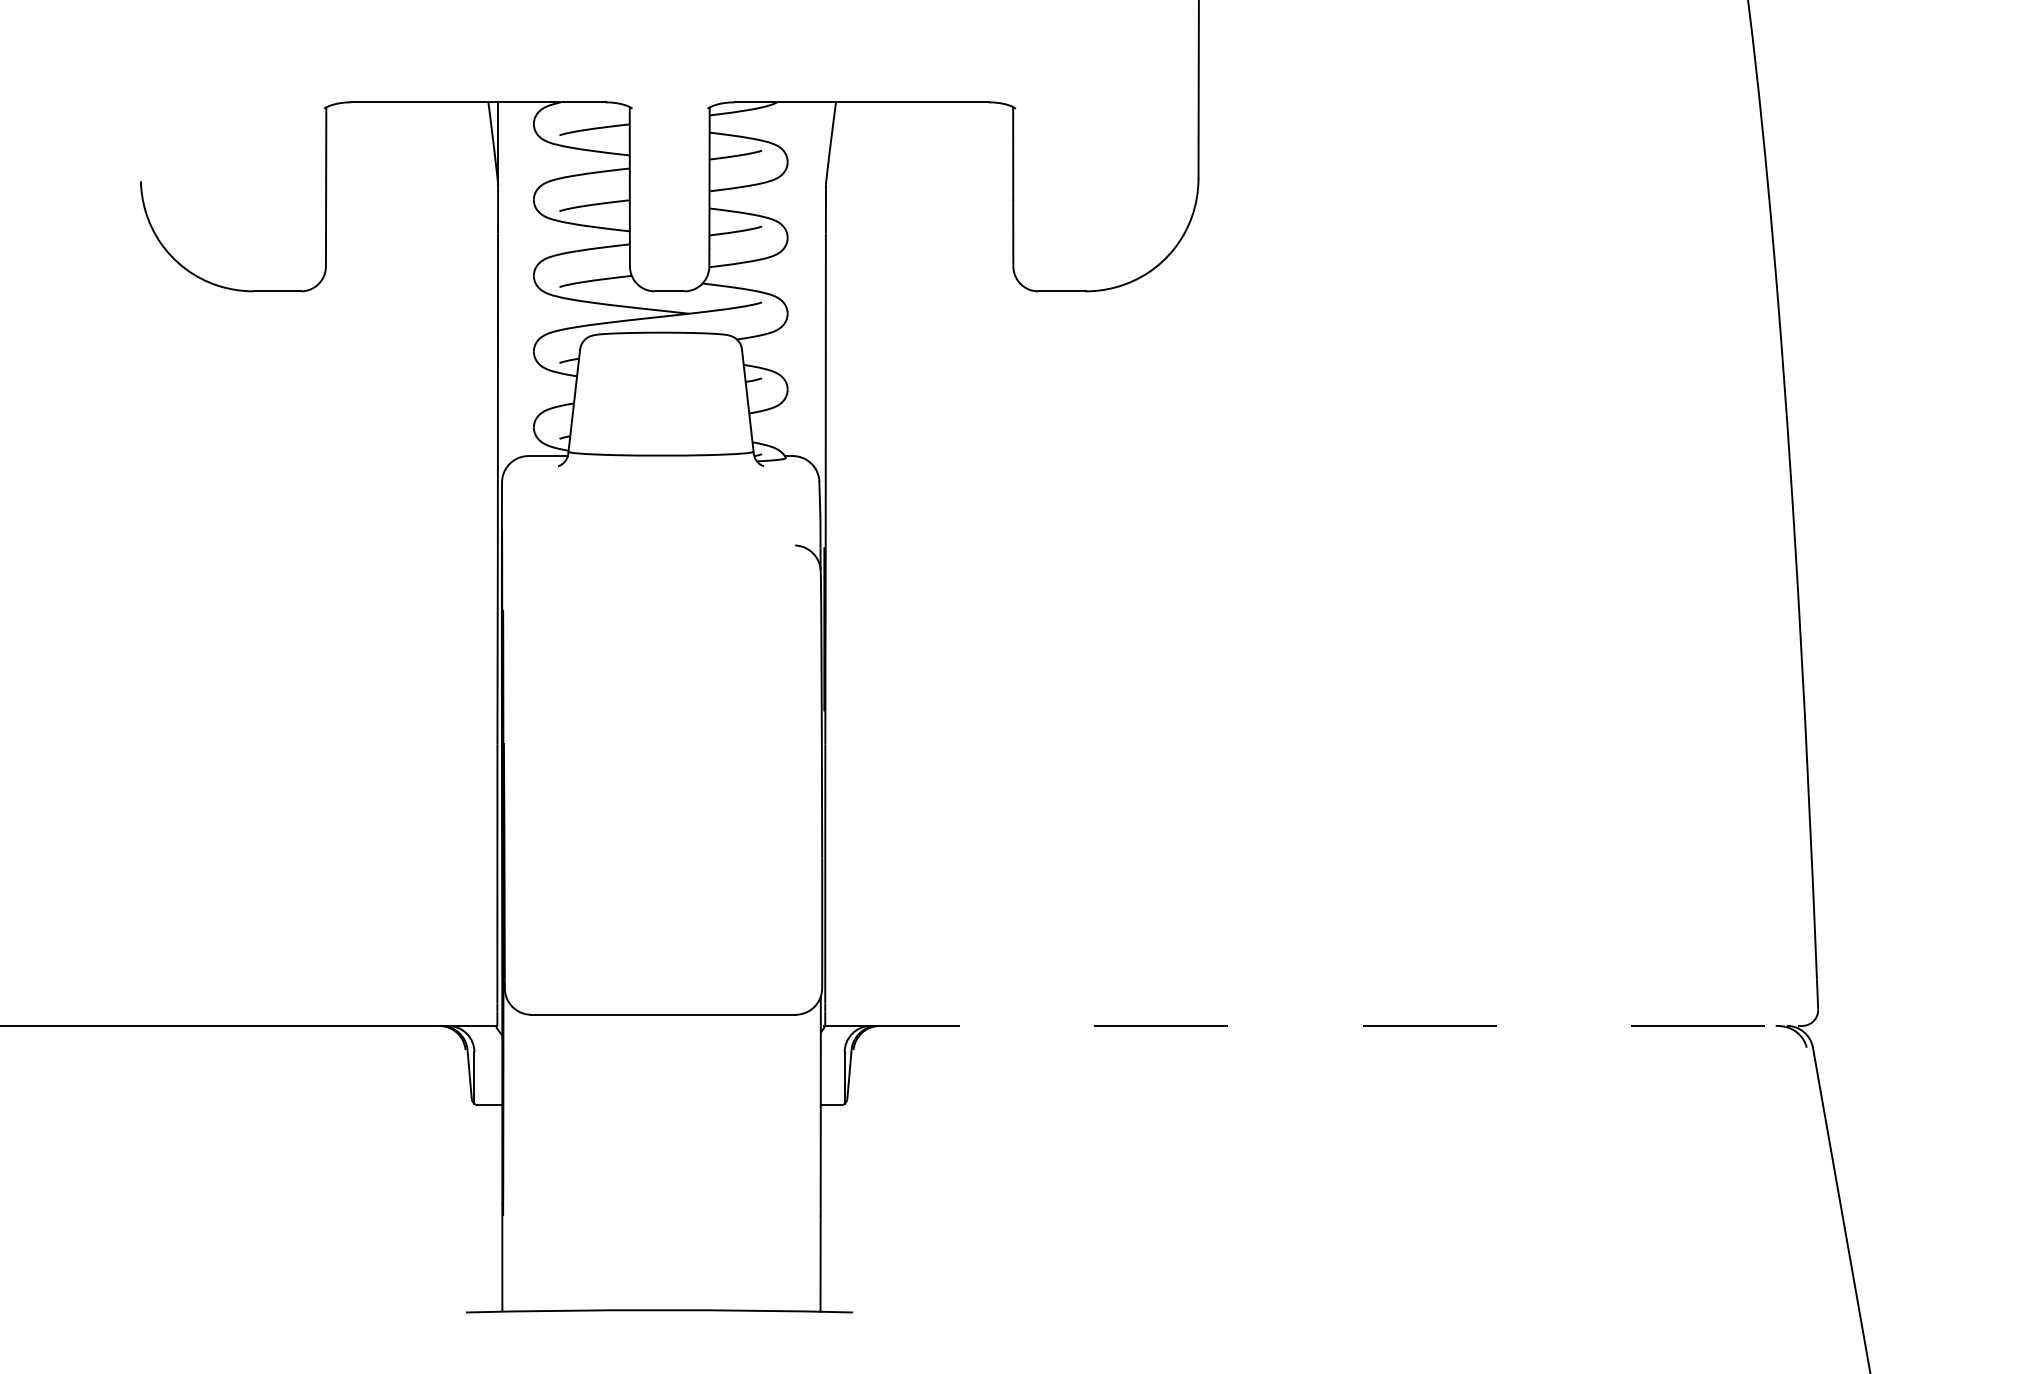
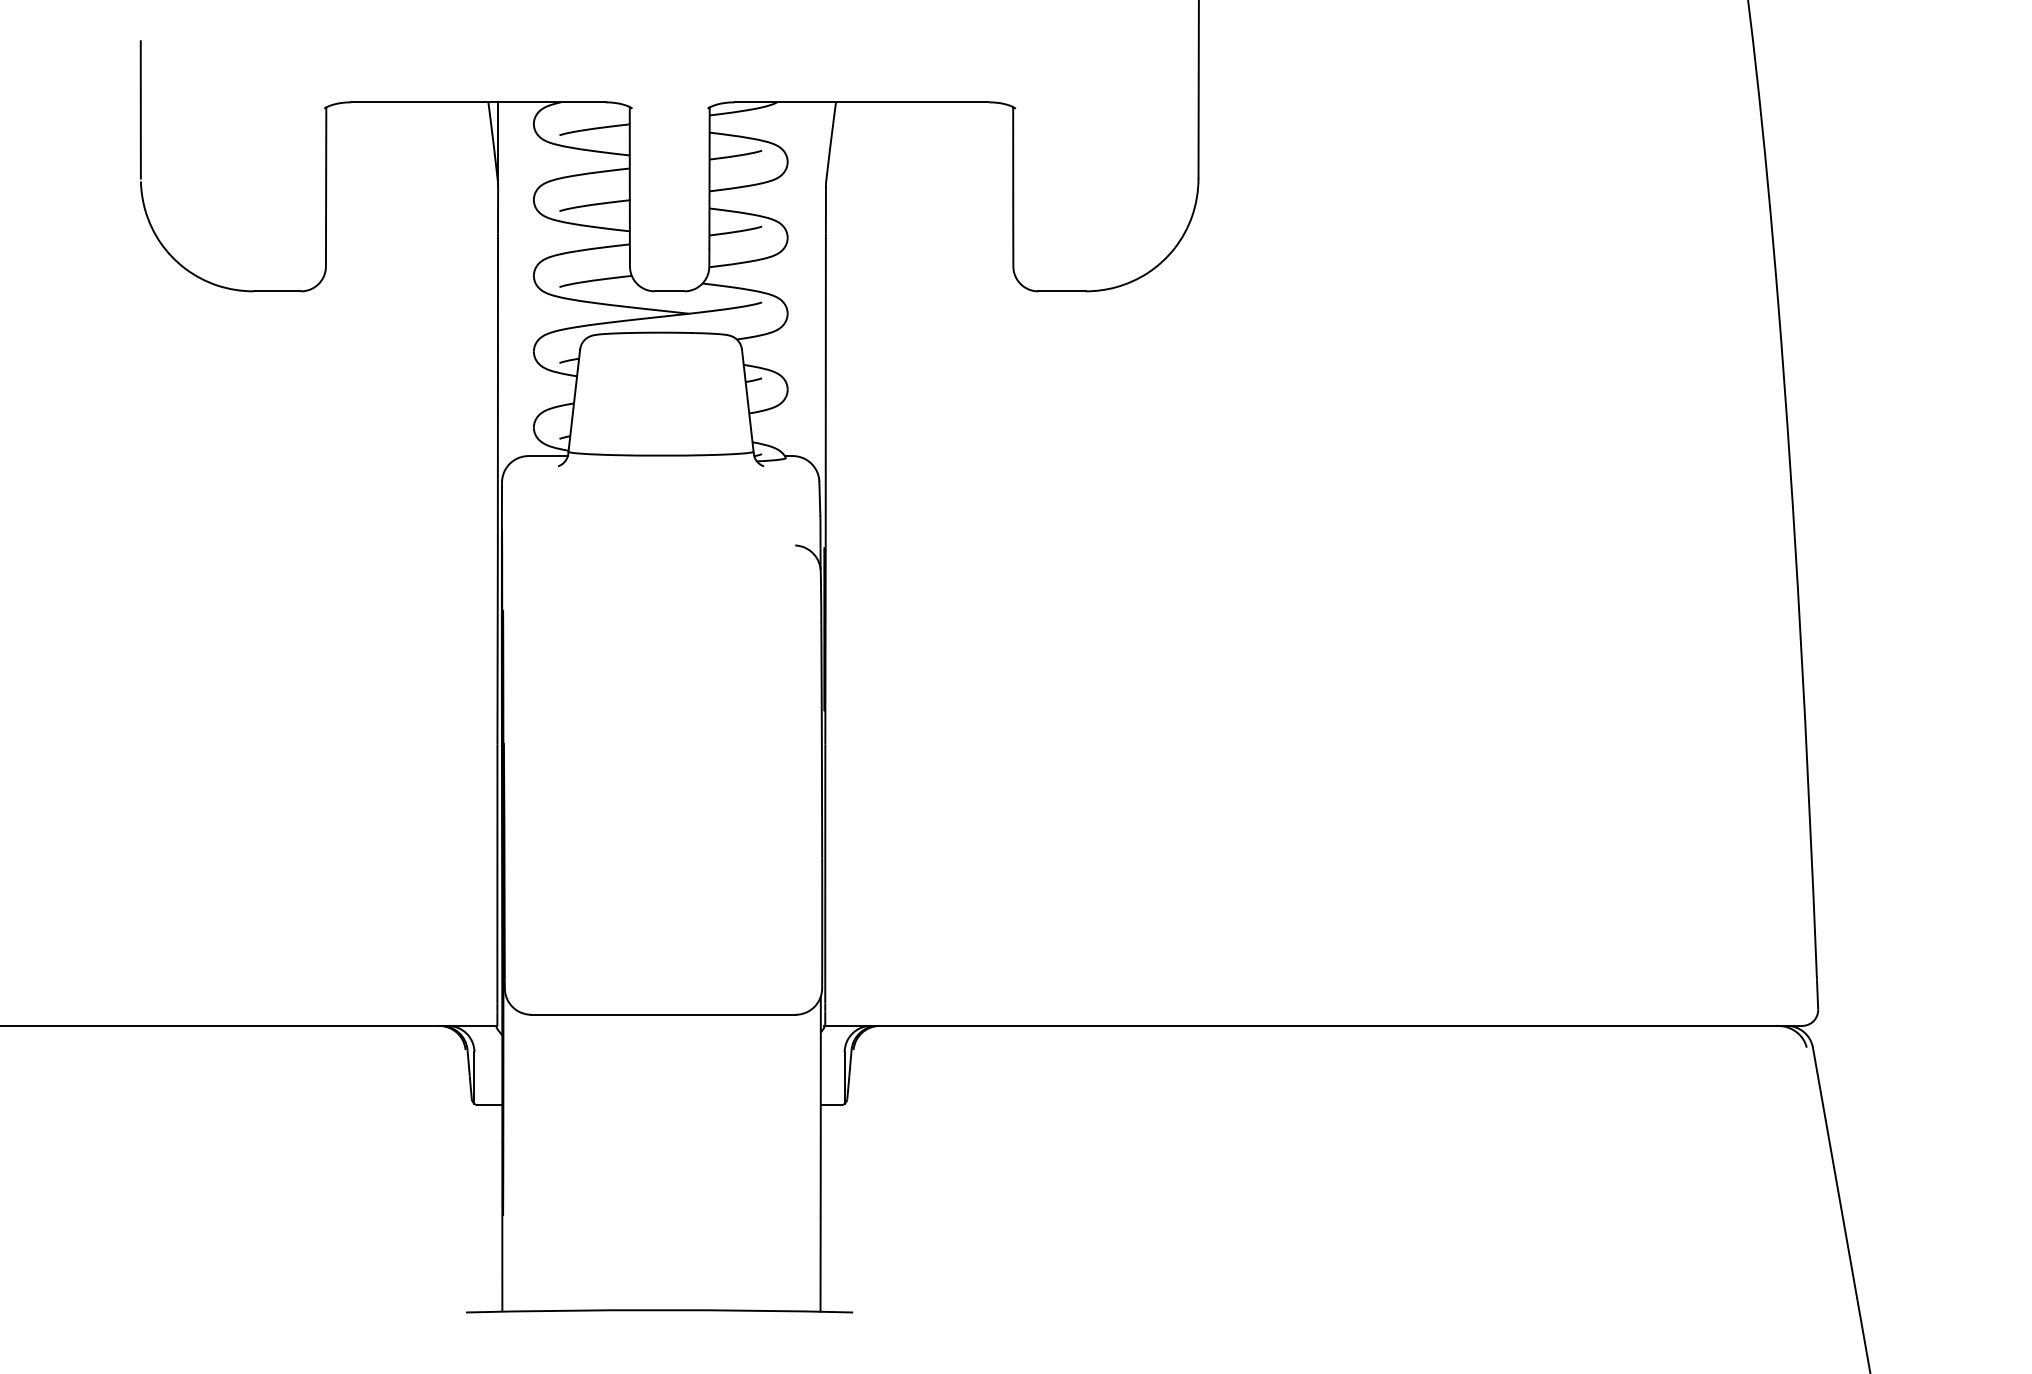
line at (140, 109): none -> present
line at (1311, 1025): dashed -> solid
